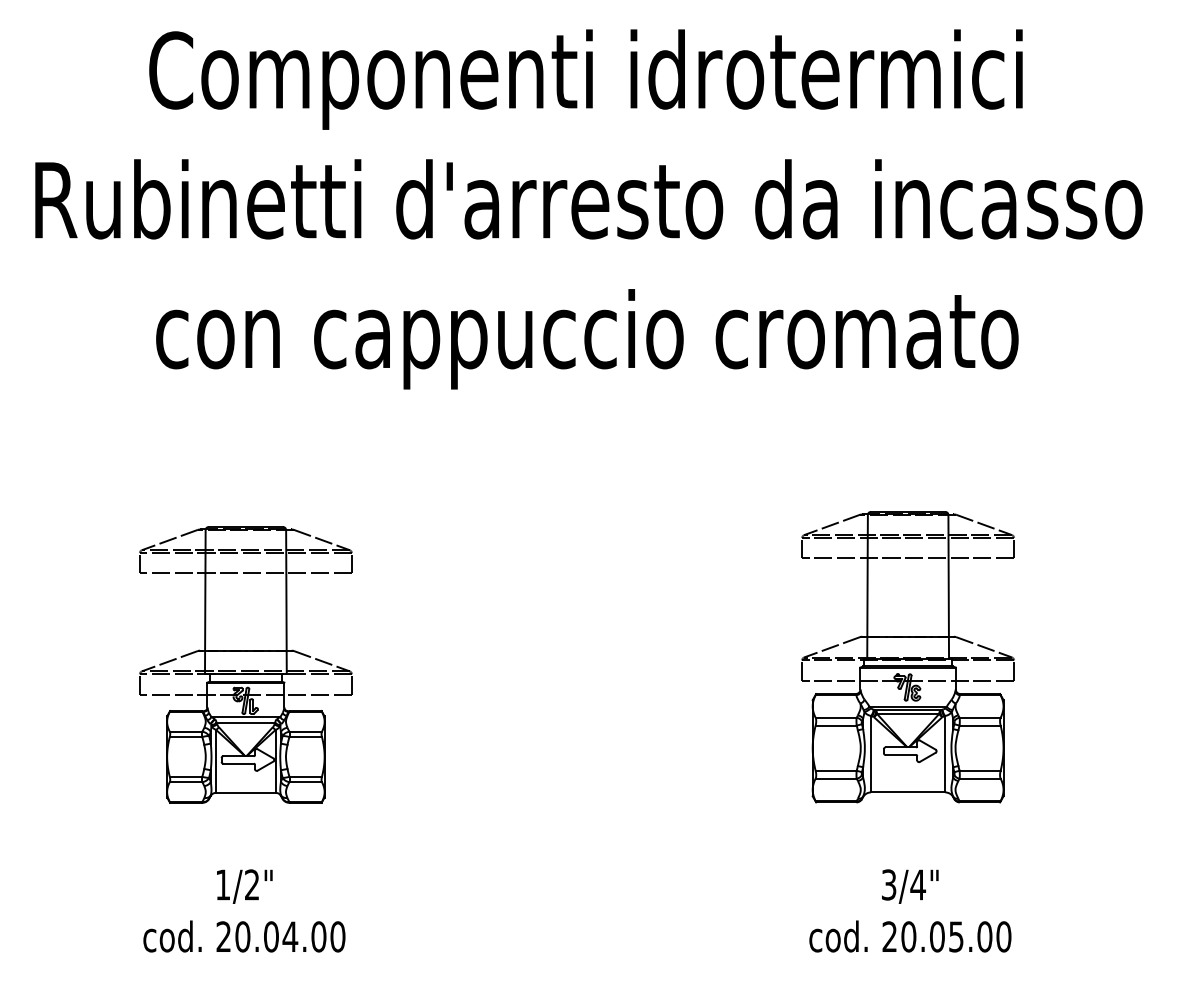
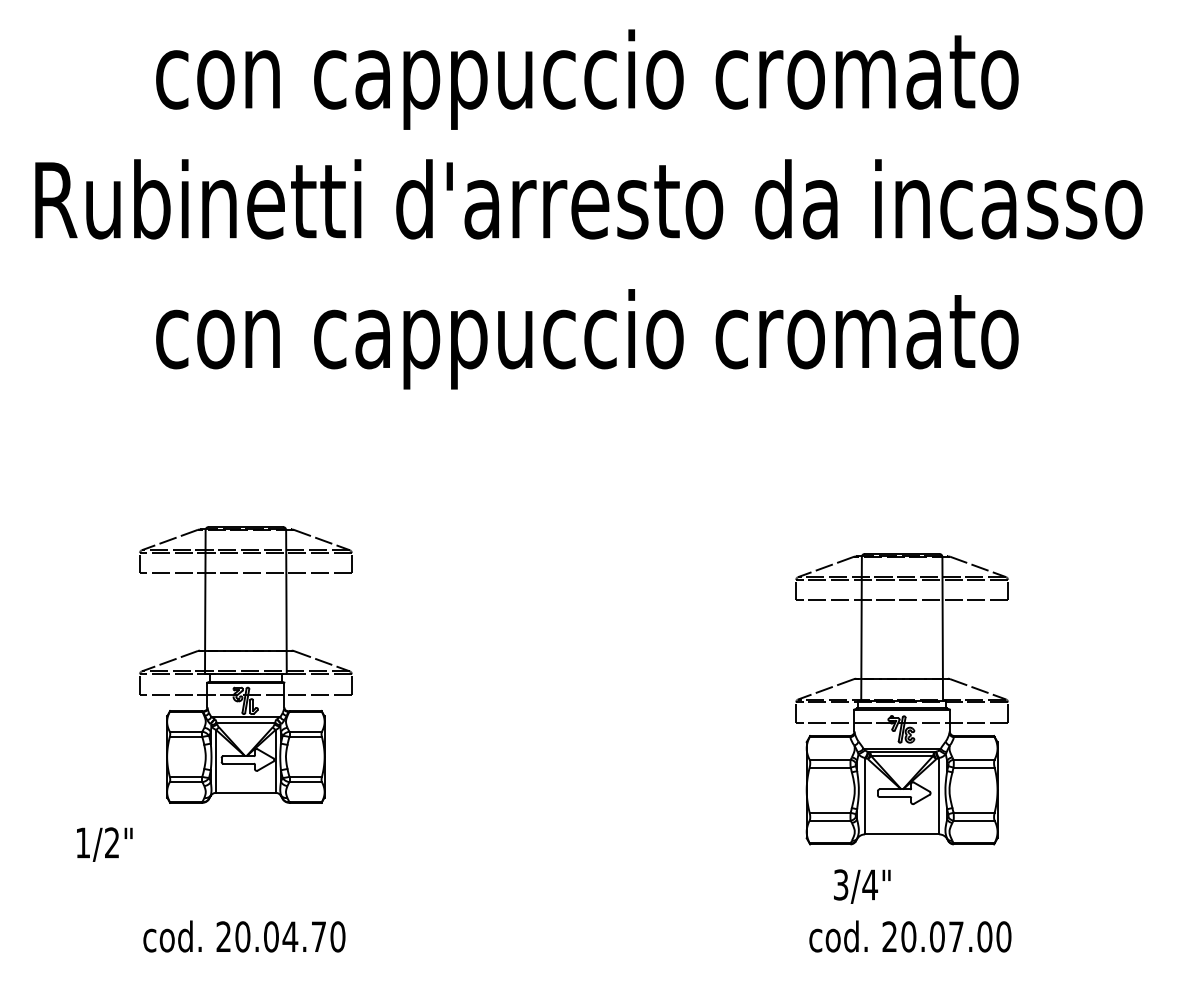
text at (585, 79): Componenti idrotermici -> con cappuccio cromato
part at (907, 657) position: (907, 657) -> (901, 699)
text at (244, 886) position: (244, 886) -> (104, 844)
text at (910, 886) position: (910, 886) -> (862, 886)
text at (318, 936): 20.04.00 -> 20.04.70
text at (956, 936): 20.05.00 -> 20.07.00
